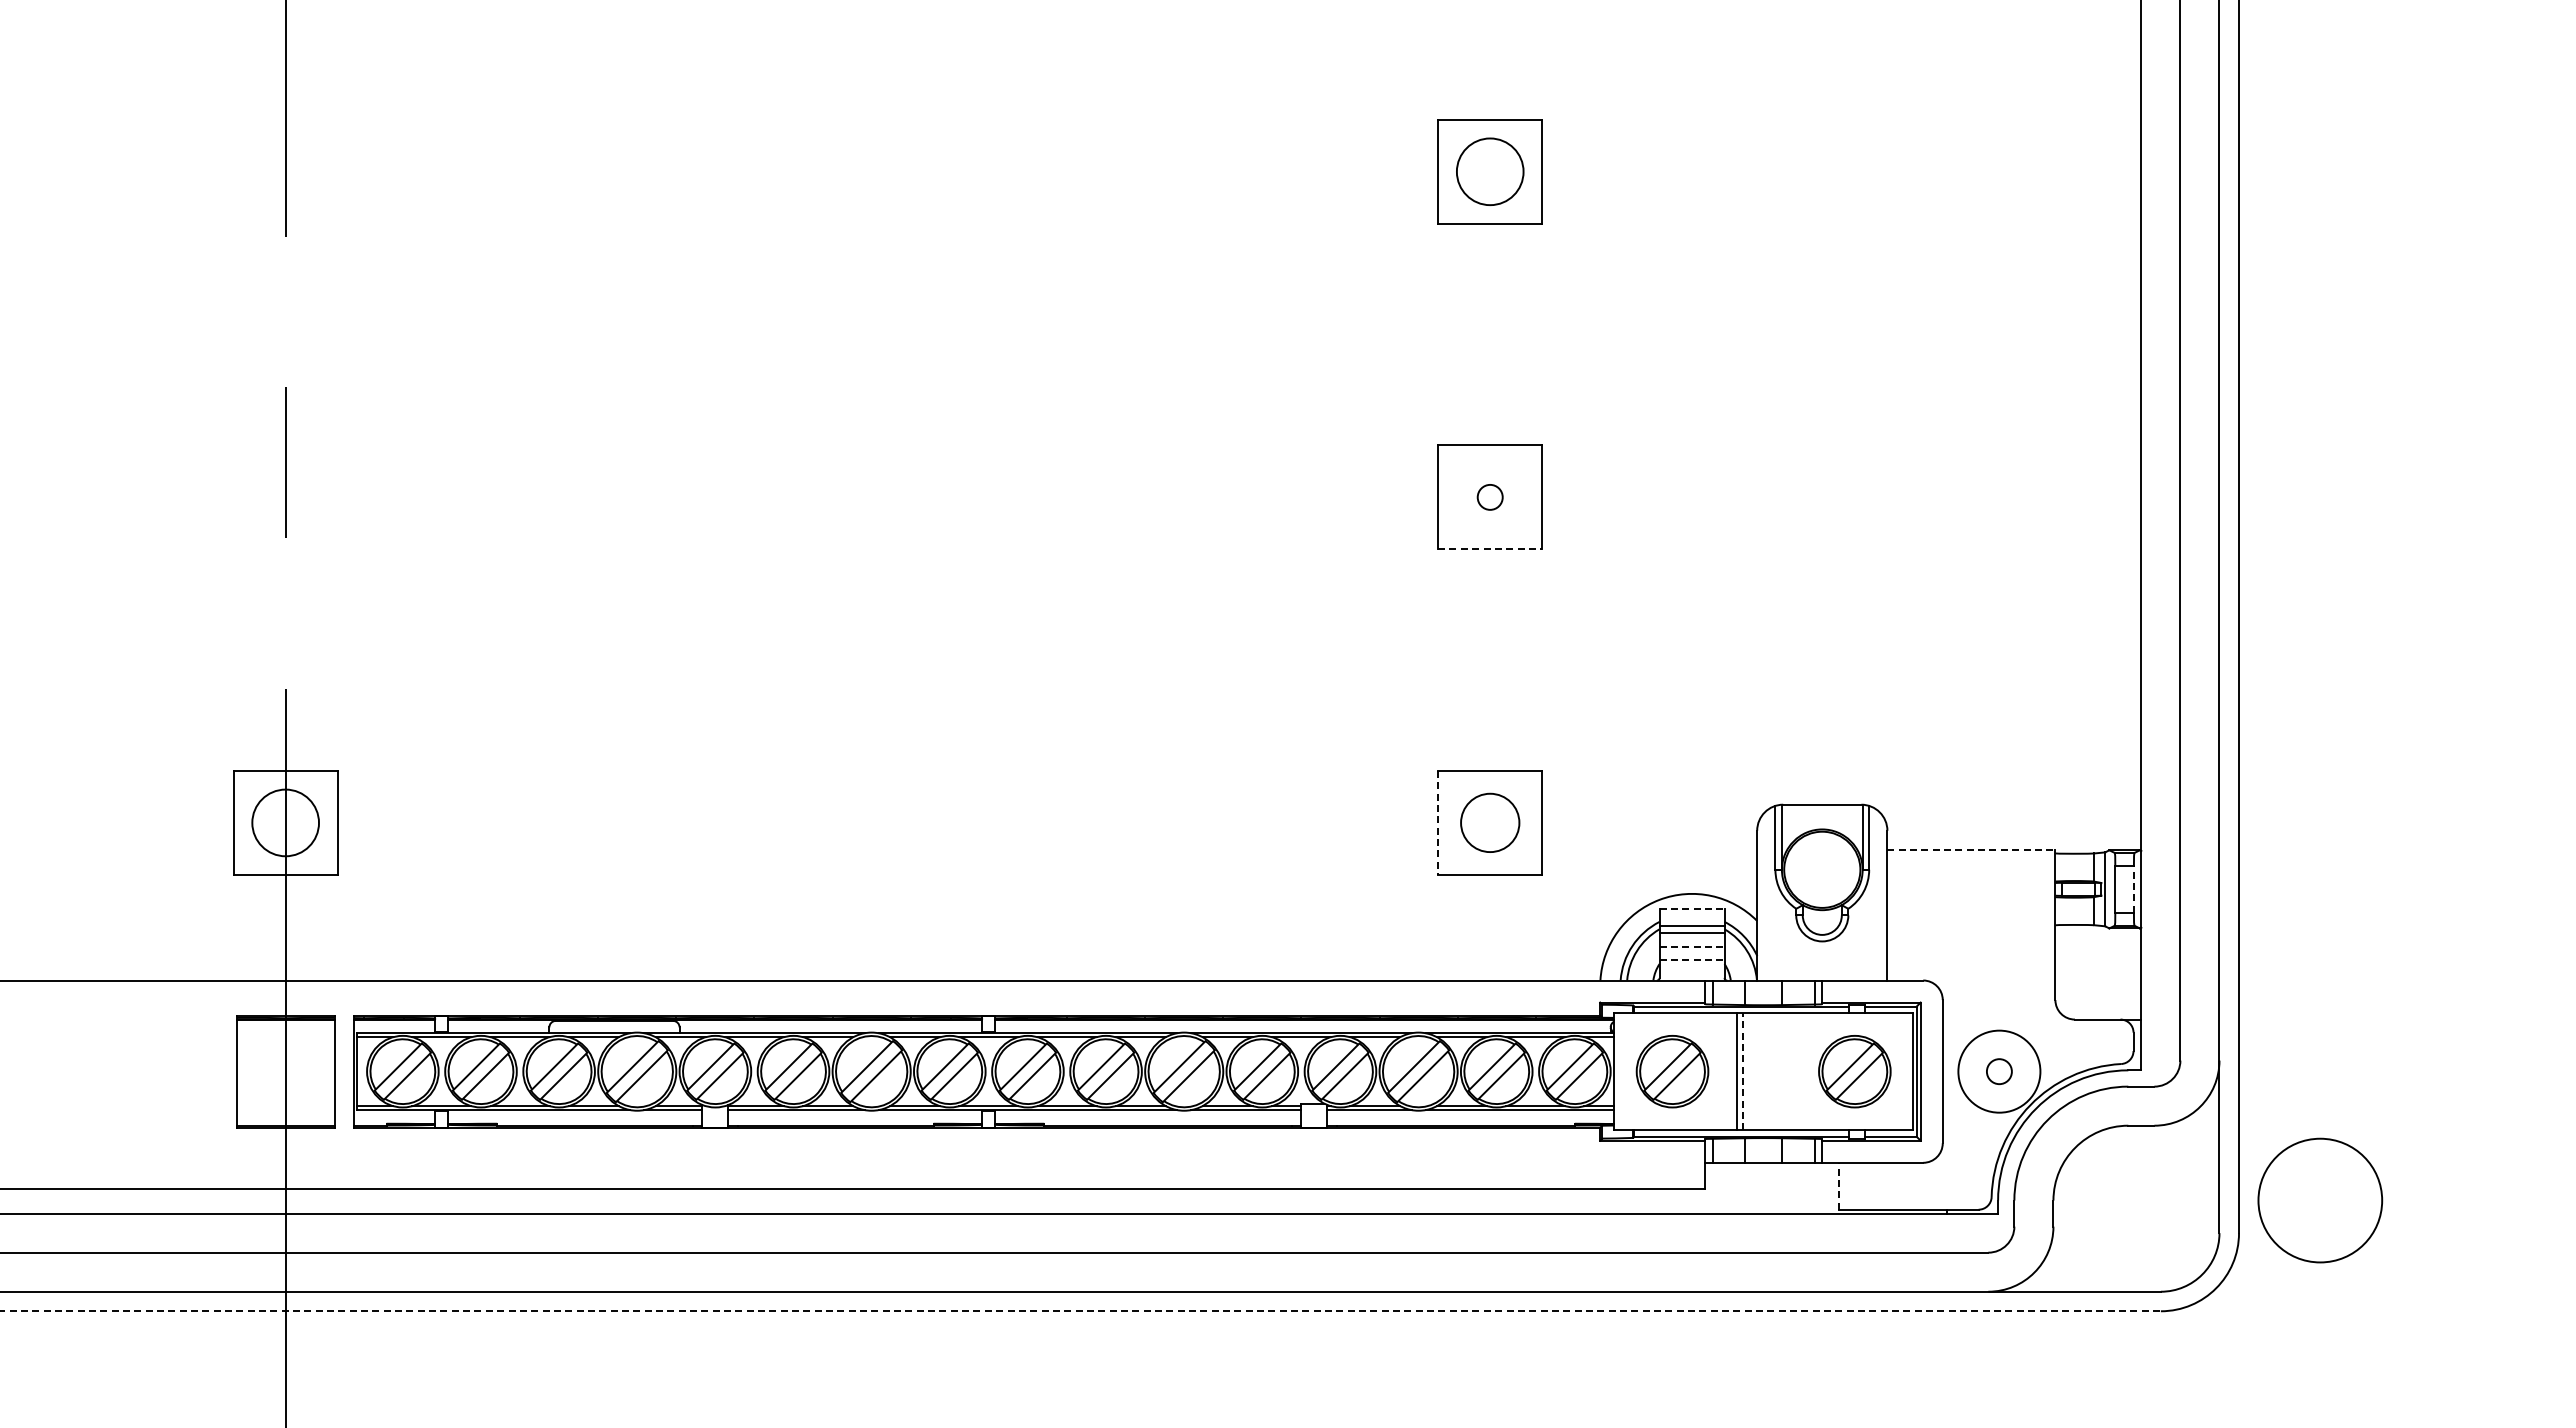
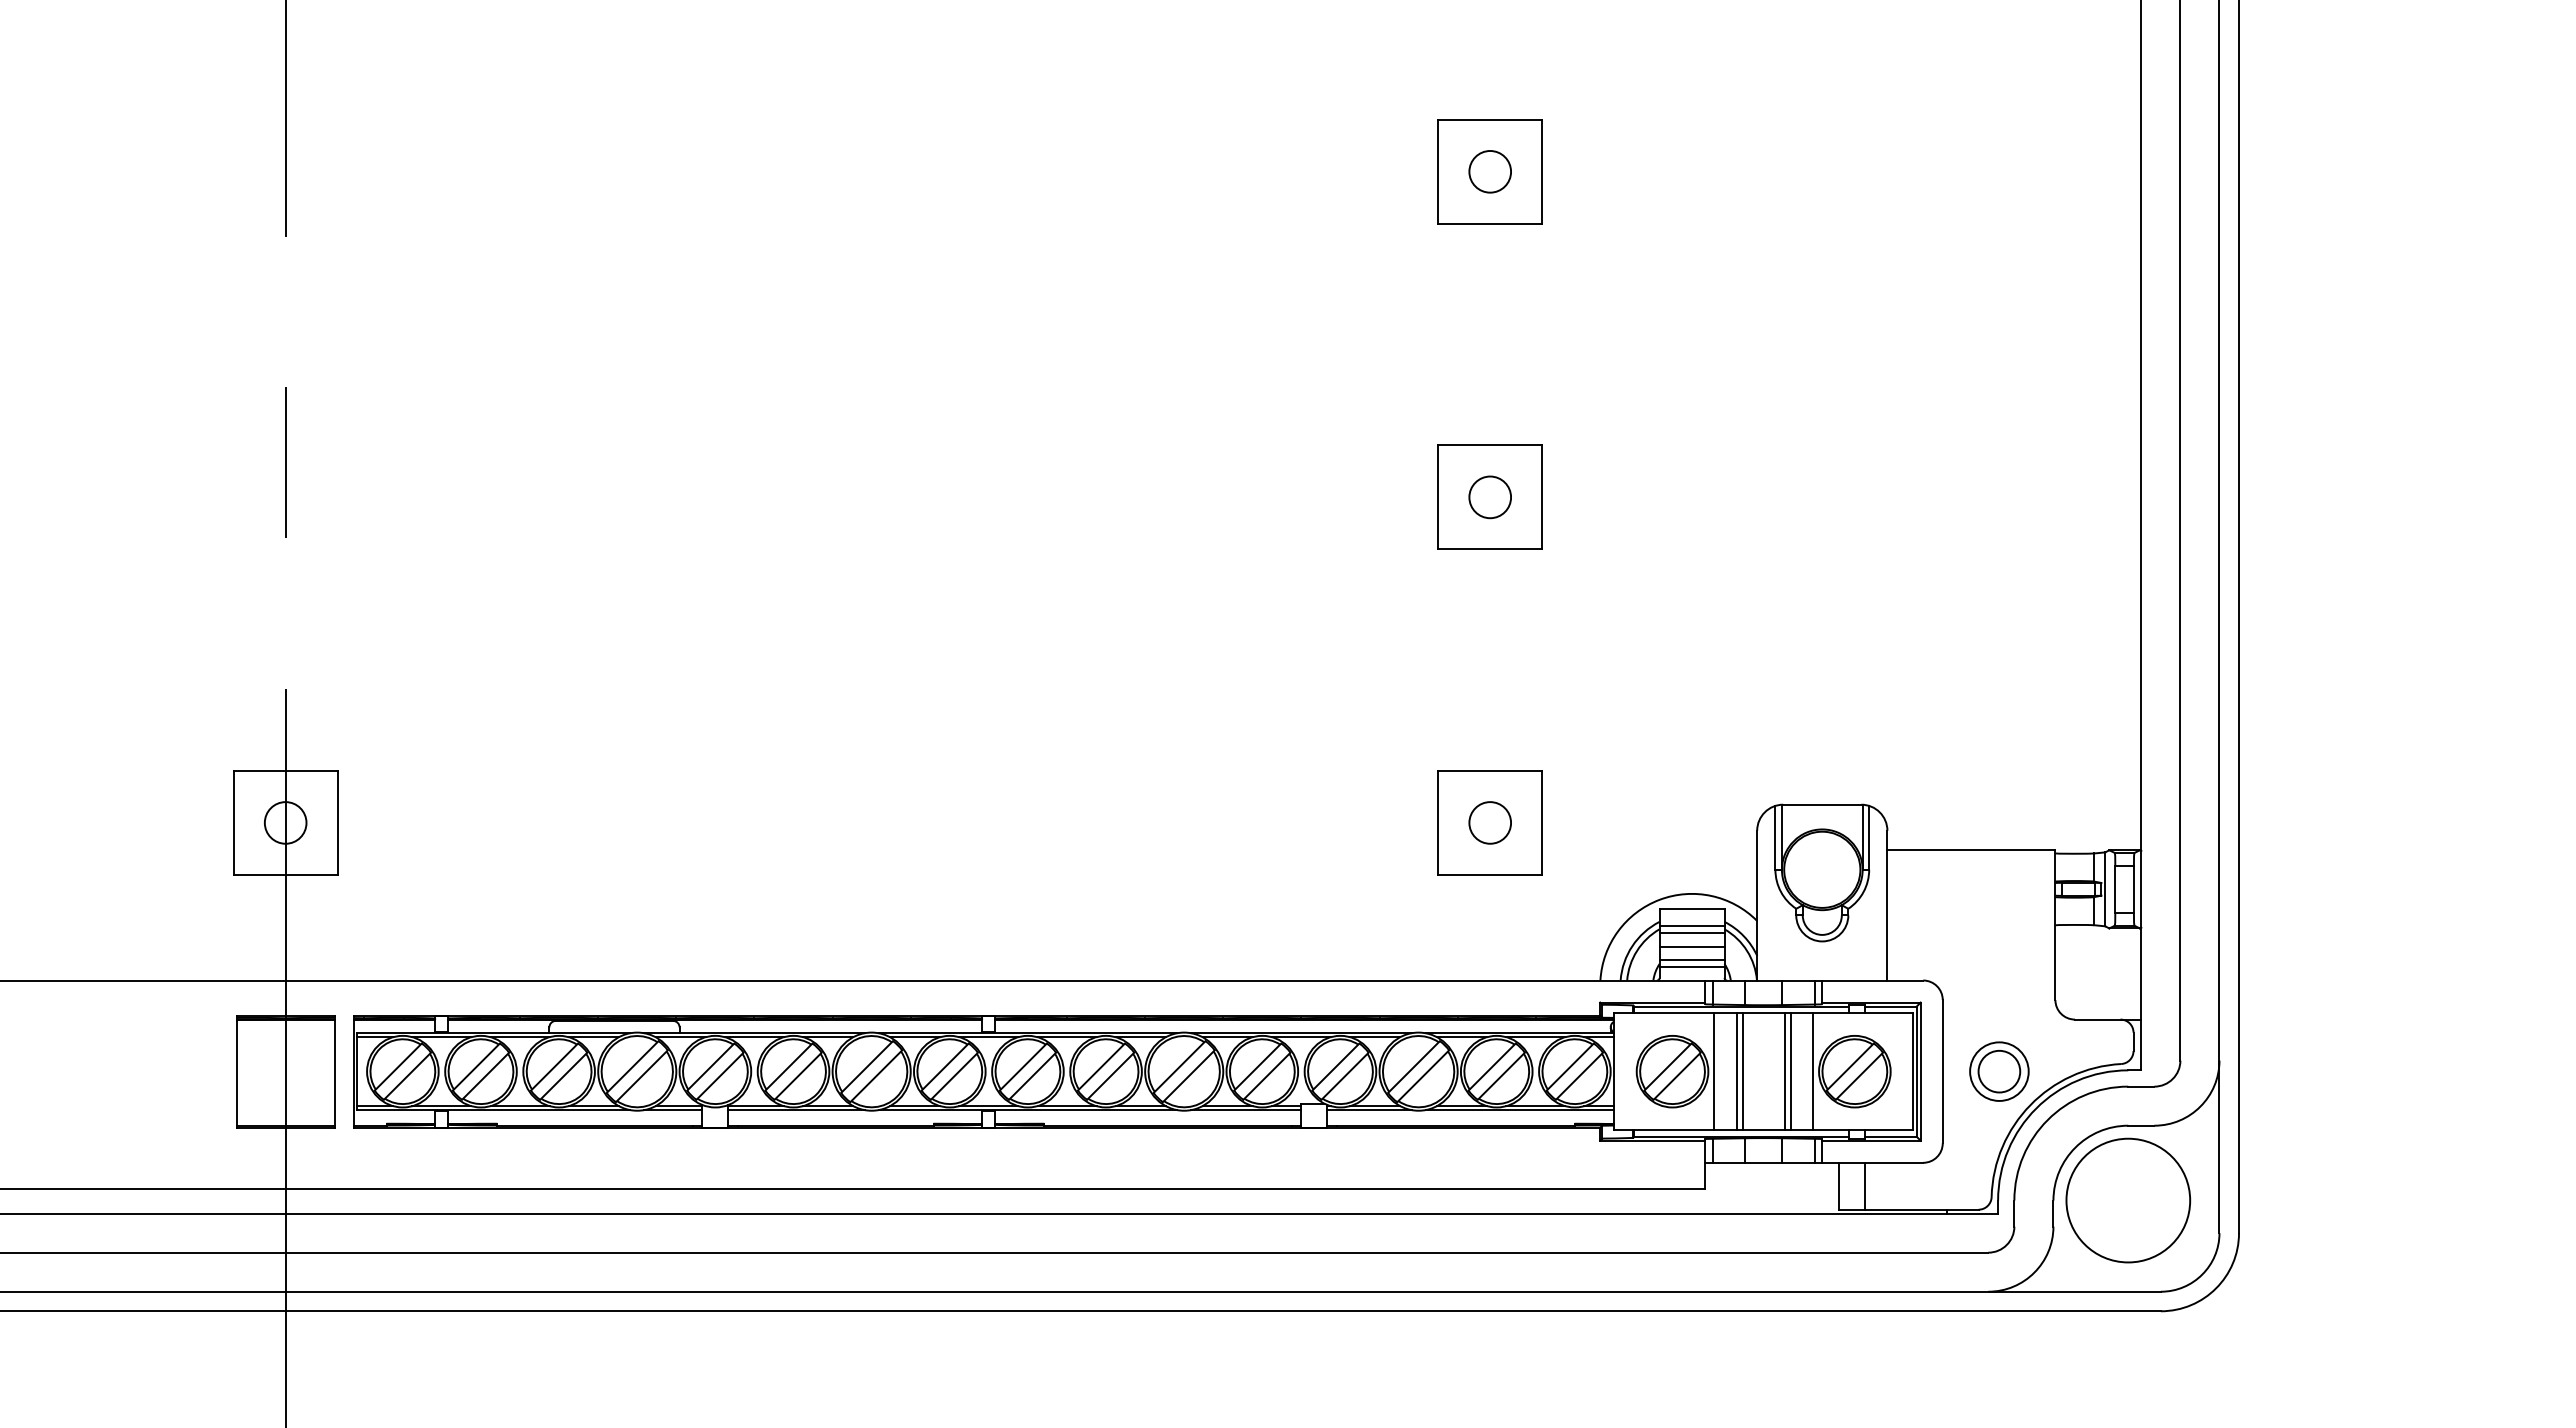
circle at (1489, 171) diameter: 67 px -> 42 px
circle at (1489, 496) diameter: 25 px -> 42 px
line at (1490, 549): dashed -> solid
circle at (285, 822) diameter: 67 px -> 42 px
circle at (1490, 822) diameter: 58 px -> 42 px
line at (1438, 823): dashed -> solid
line at (1971, 850): dashed -> solid
line at (2133, 888): dashed -> solid
line at (1692, 908): dashed -> solid
line at (1692, 946): dashed -> solid
line at (1692, 959): dashed -> solid
line at (1691, 967): none -> present
line at (1713, 1071): none -> present
line at (1742, 1071): dashed -> solid
line at (1784, 1071): none -> present
line at (1790, 1071): none -> present
line at (1813, 1071): none -> present
circle at (1998, 1071) diameter: 25 px -> 42 px
circle at (1999, 1071) diameter: 82 px -> 59 px
line at (1838, 1185): dashed -> solid
line at (1864, 1185): none -> present
circle at (2320, 1200) position: (2320, 1200) -> (2128, 1200)
line at (1081, 1311): dashed -> solid
